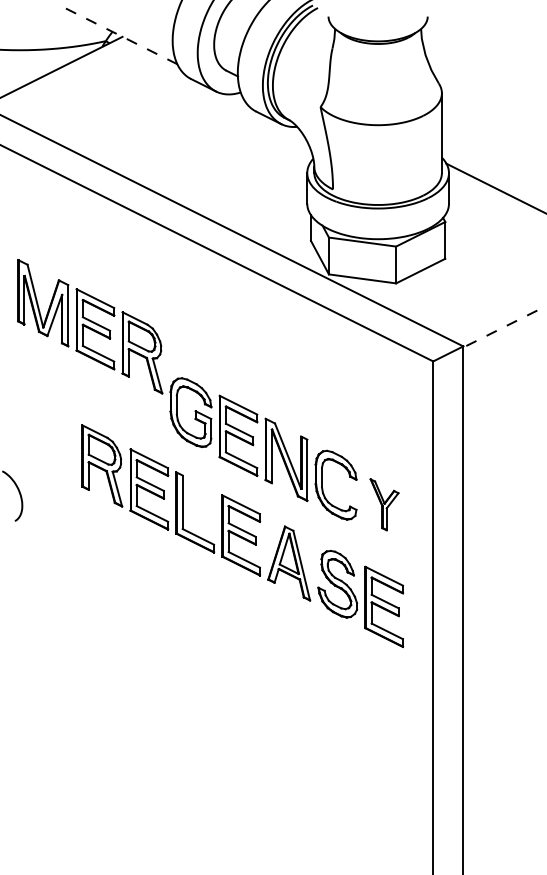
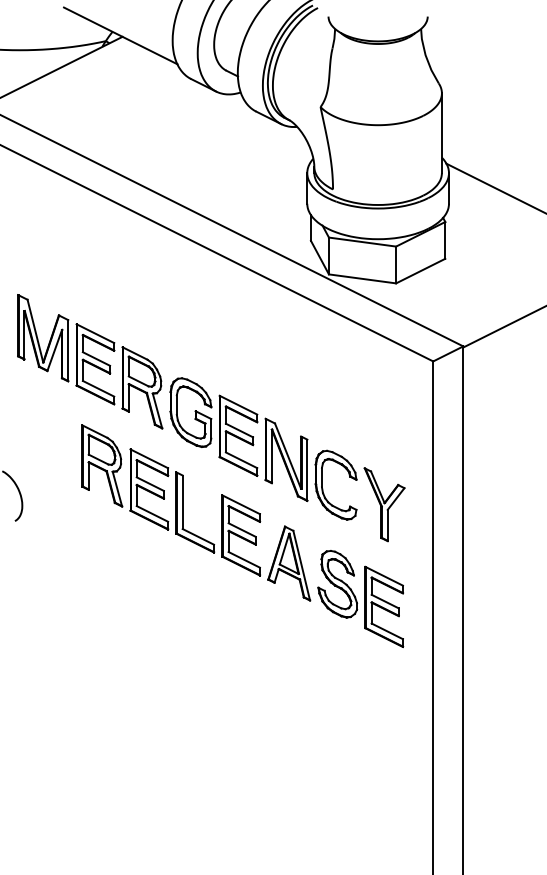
line at (120, 35): dashed -> solid
part at (90, 326) position: (90, 326) -> (90, 361)
line at (504, 327): dashed -> solid
part at (384, 504) size: 31x54 px -> 43x76 px
